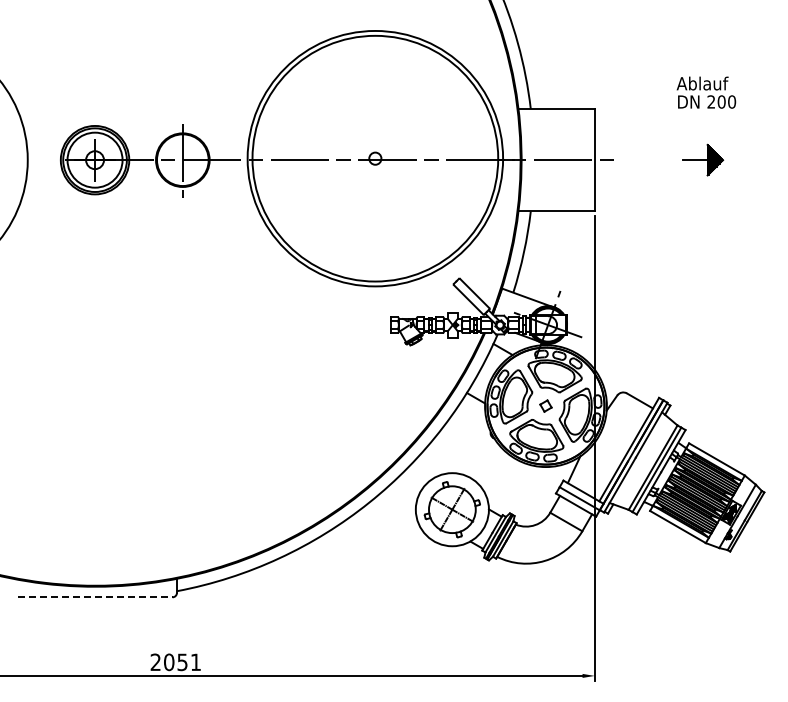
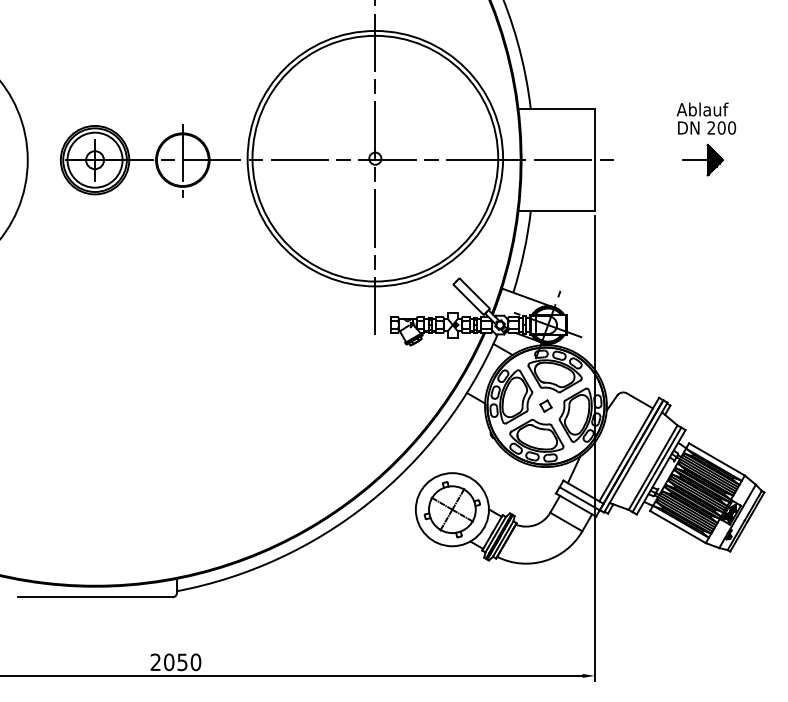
text at (706, 92) position: (706, 92) -> (706, 118)
line at (375, 168): none -> present
line at (95, 597): dashed -> solid
text at (195, 662): 2051 -> 2050
